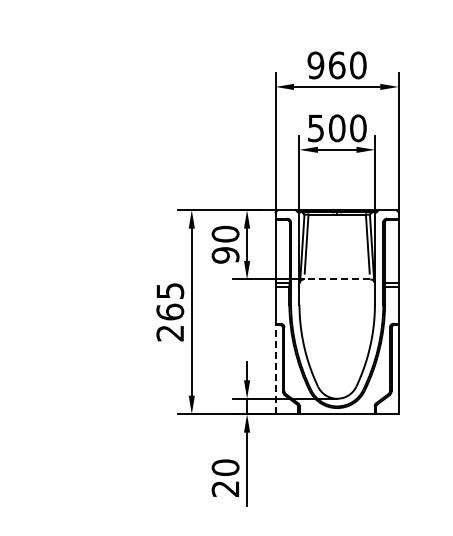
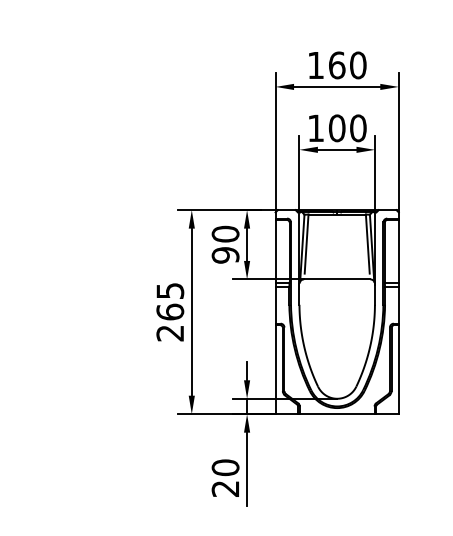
text at (315, 65): 960 -> 160
text at (315, 128): 500 -> 100
line at (337, 279): dashed -> solid
line at (275, 369): dashed -> solid
